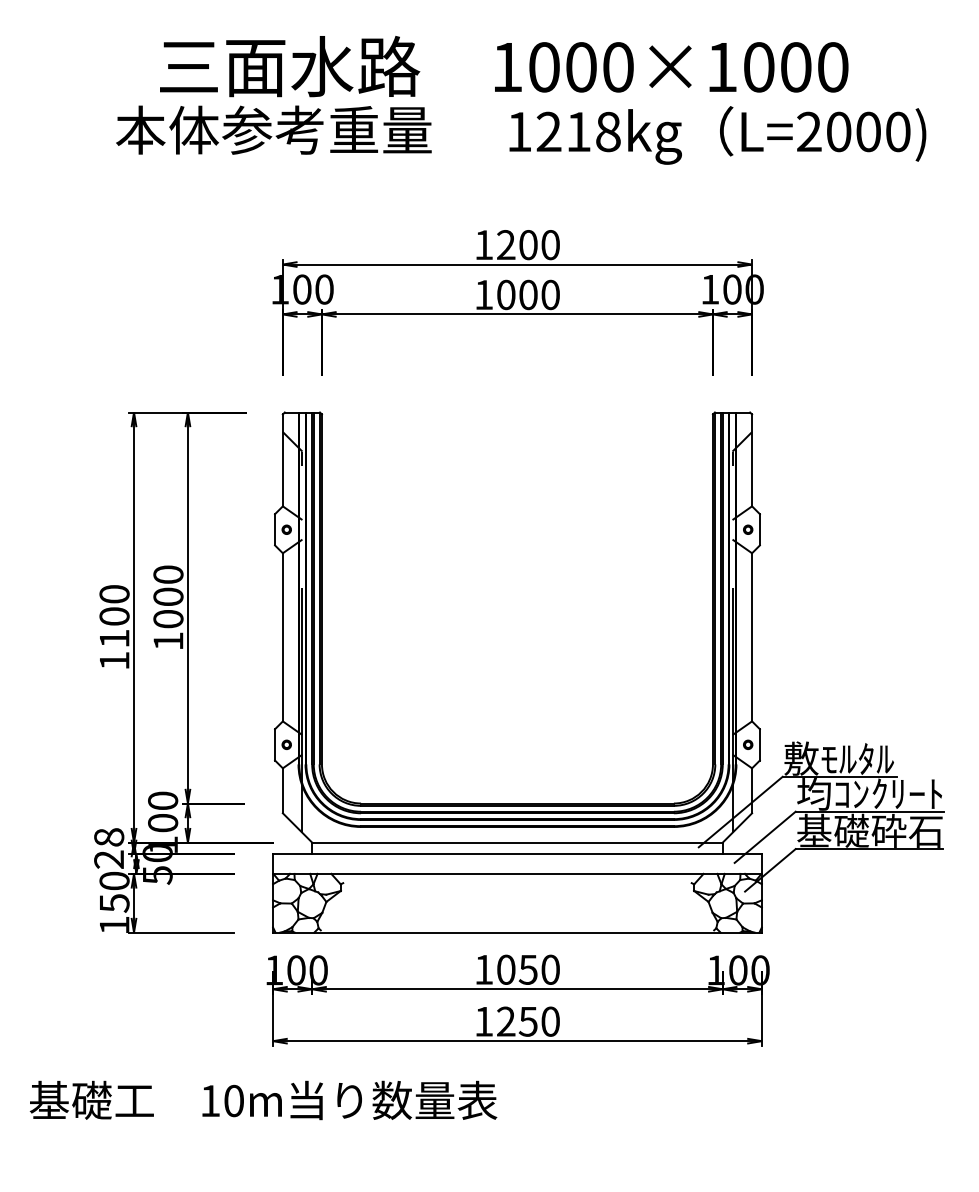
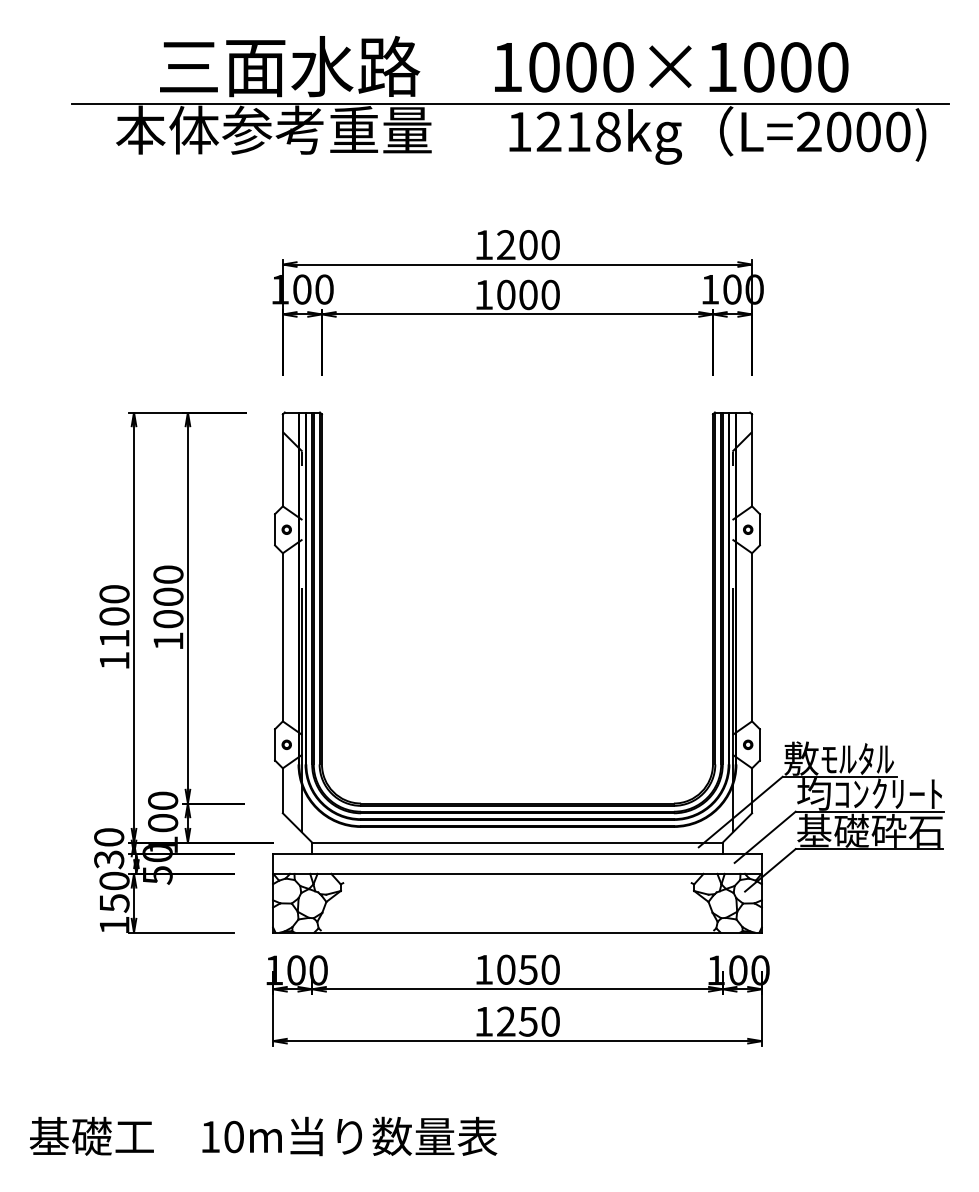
line at (510, 104): none -> present
text at (109, 848): 28 -> 30
text at (263, 1100) position: (263, 1100) -> (263, 1136)
